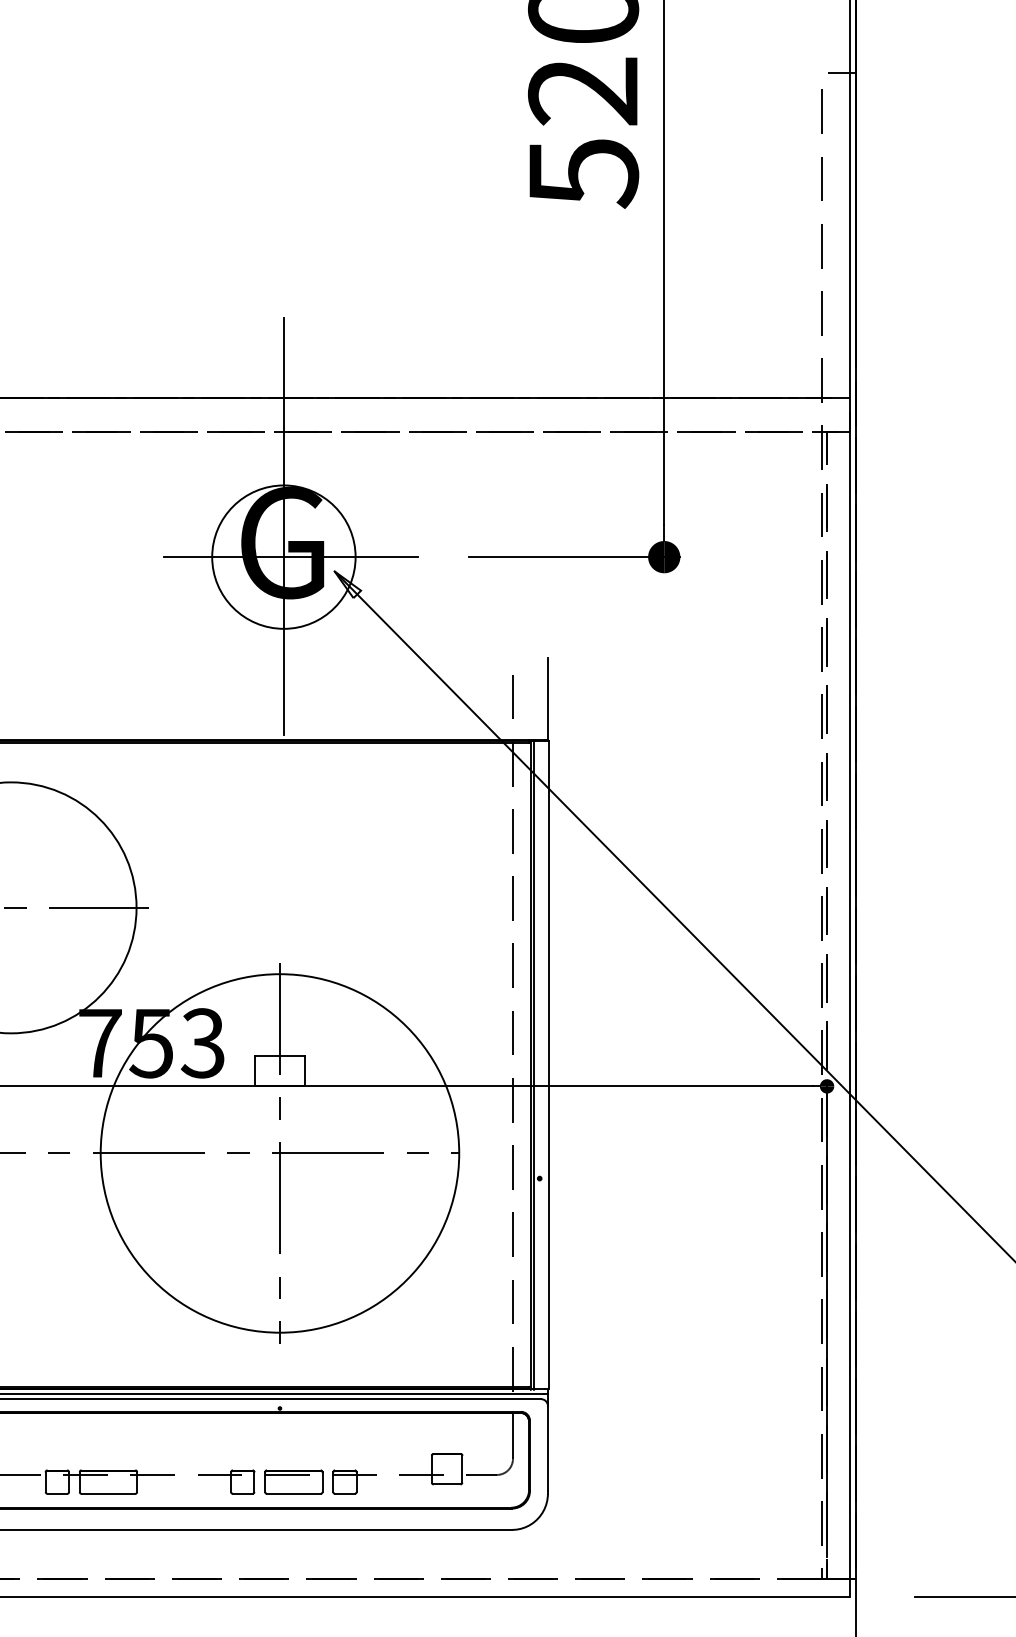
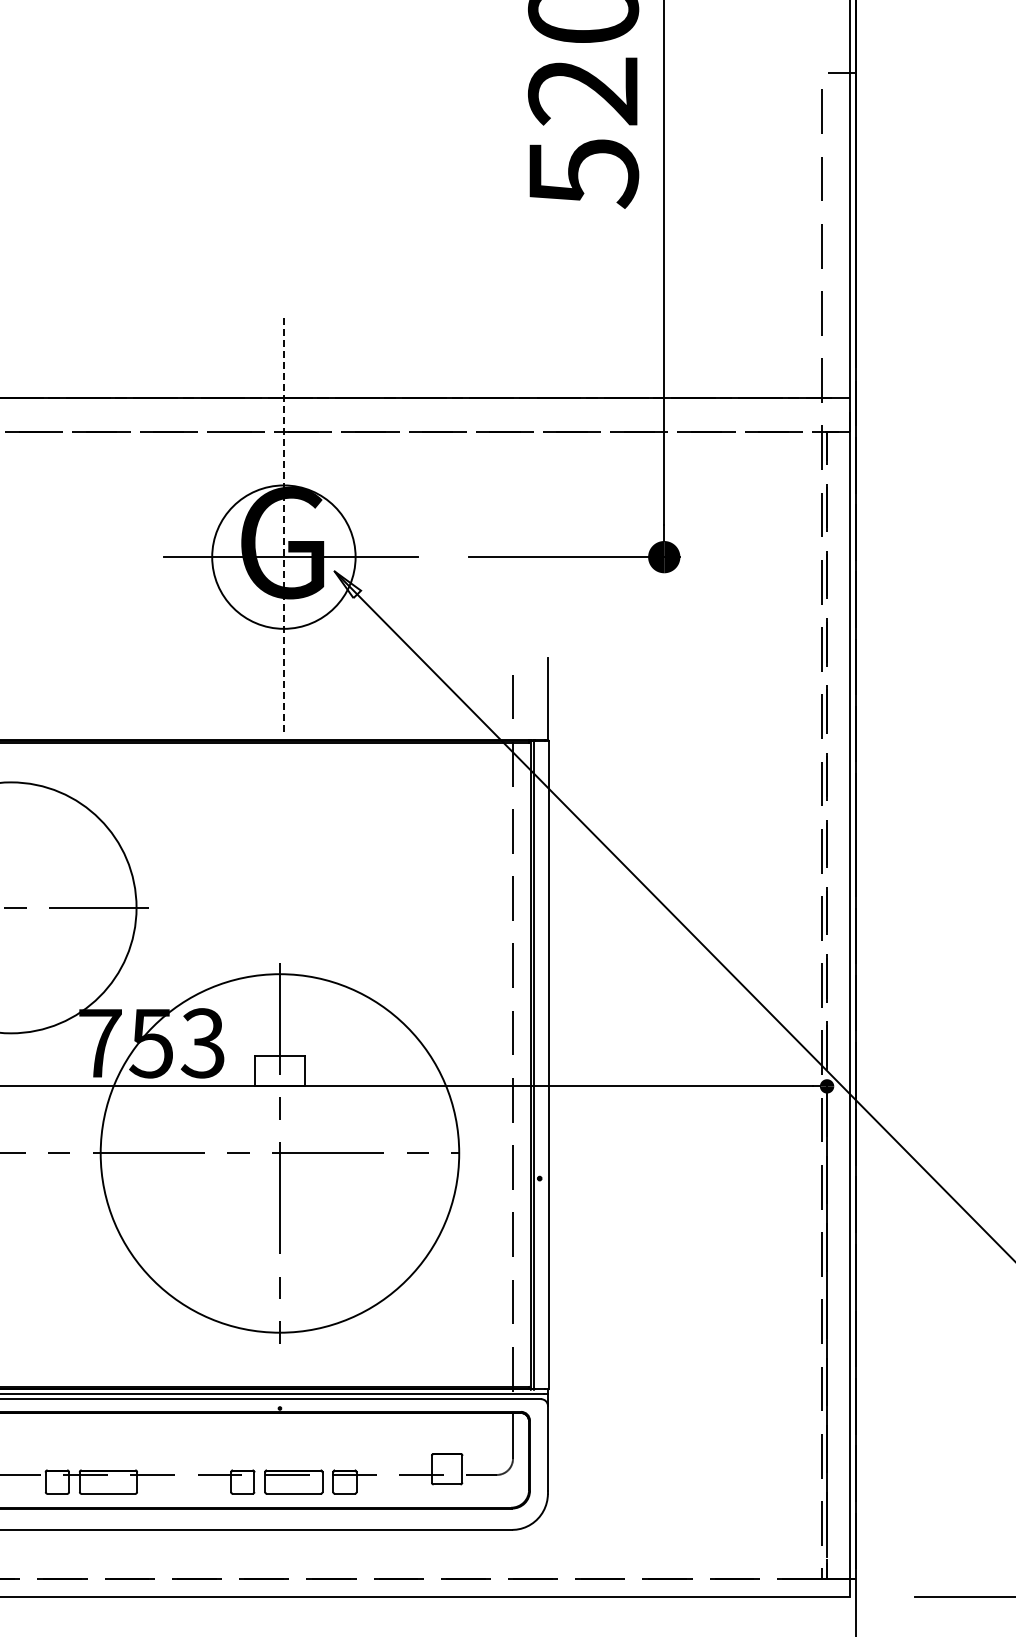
line at (283, 526): solid -> dashed
